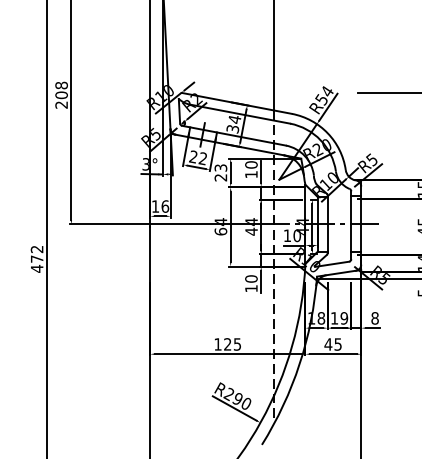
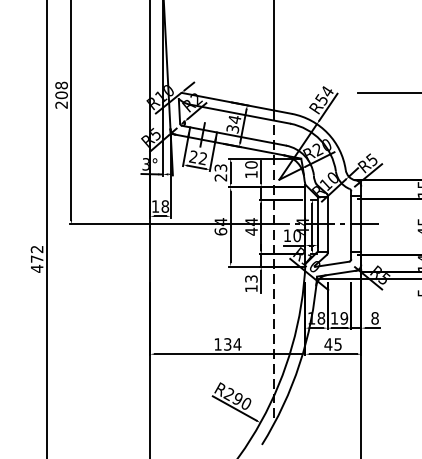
text at (165, 206): 16 -> 18
text at (251, 278): 10 -> 13
text at (232, 344): 125 -> 134
